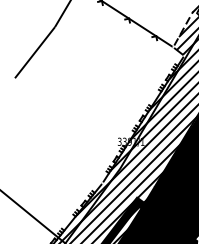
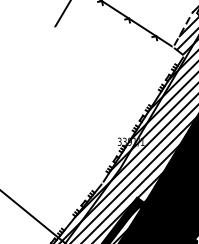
line at (34, 52): present -> none
